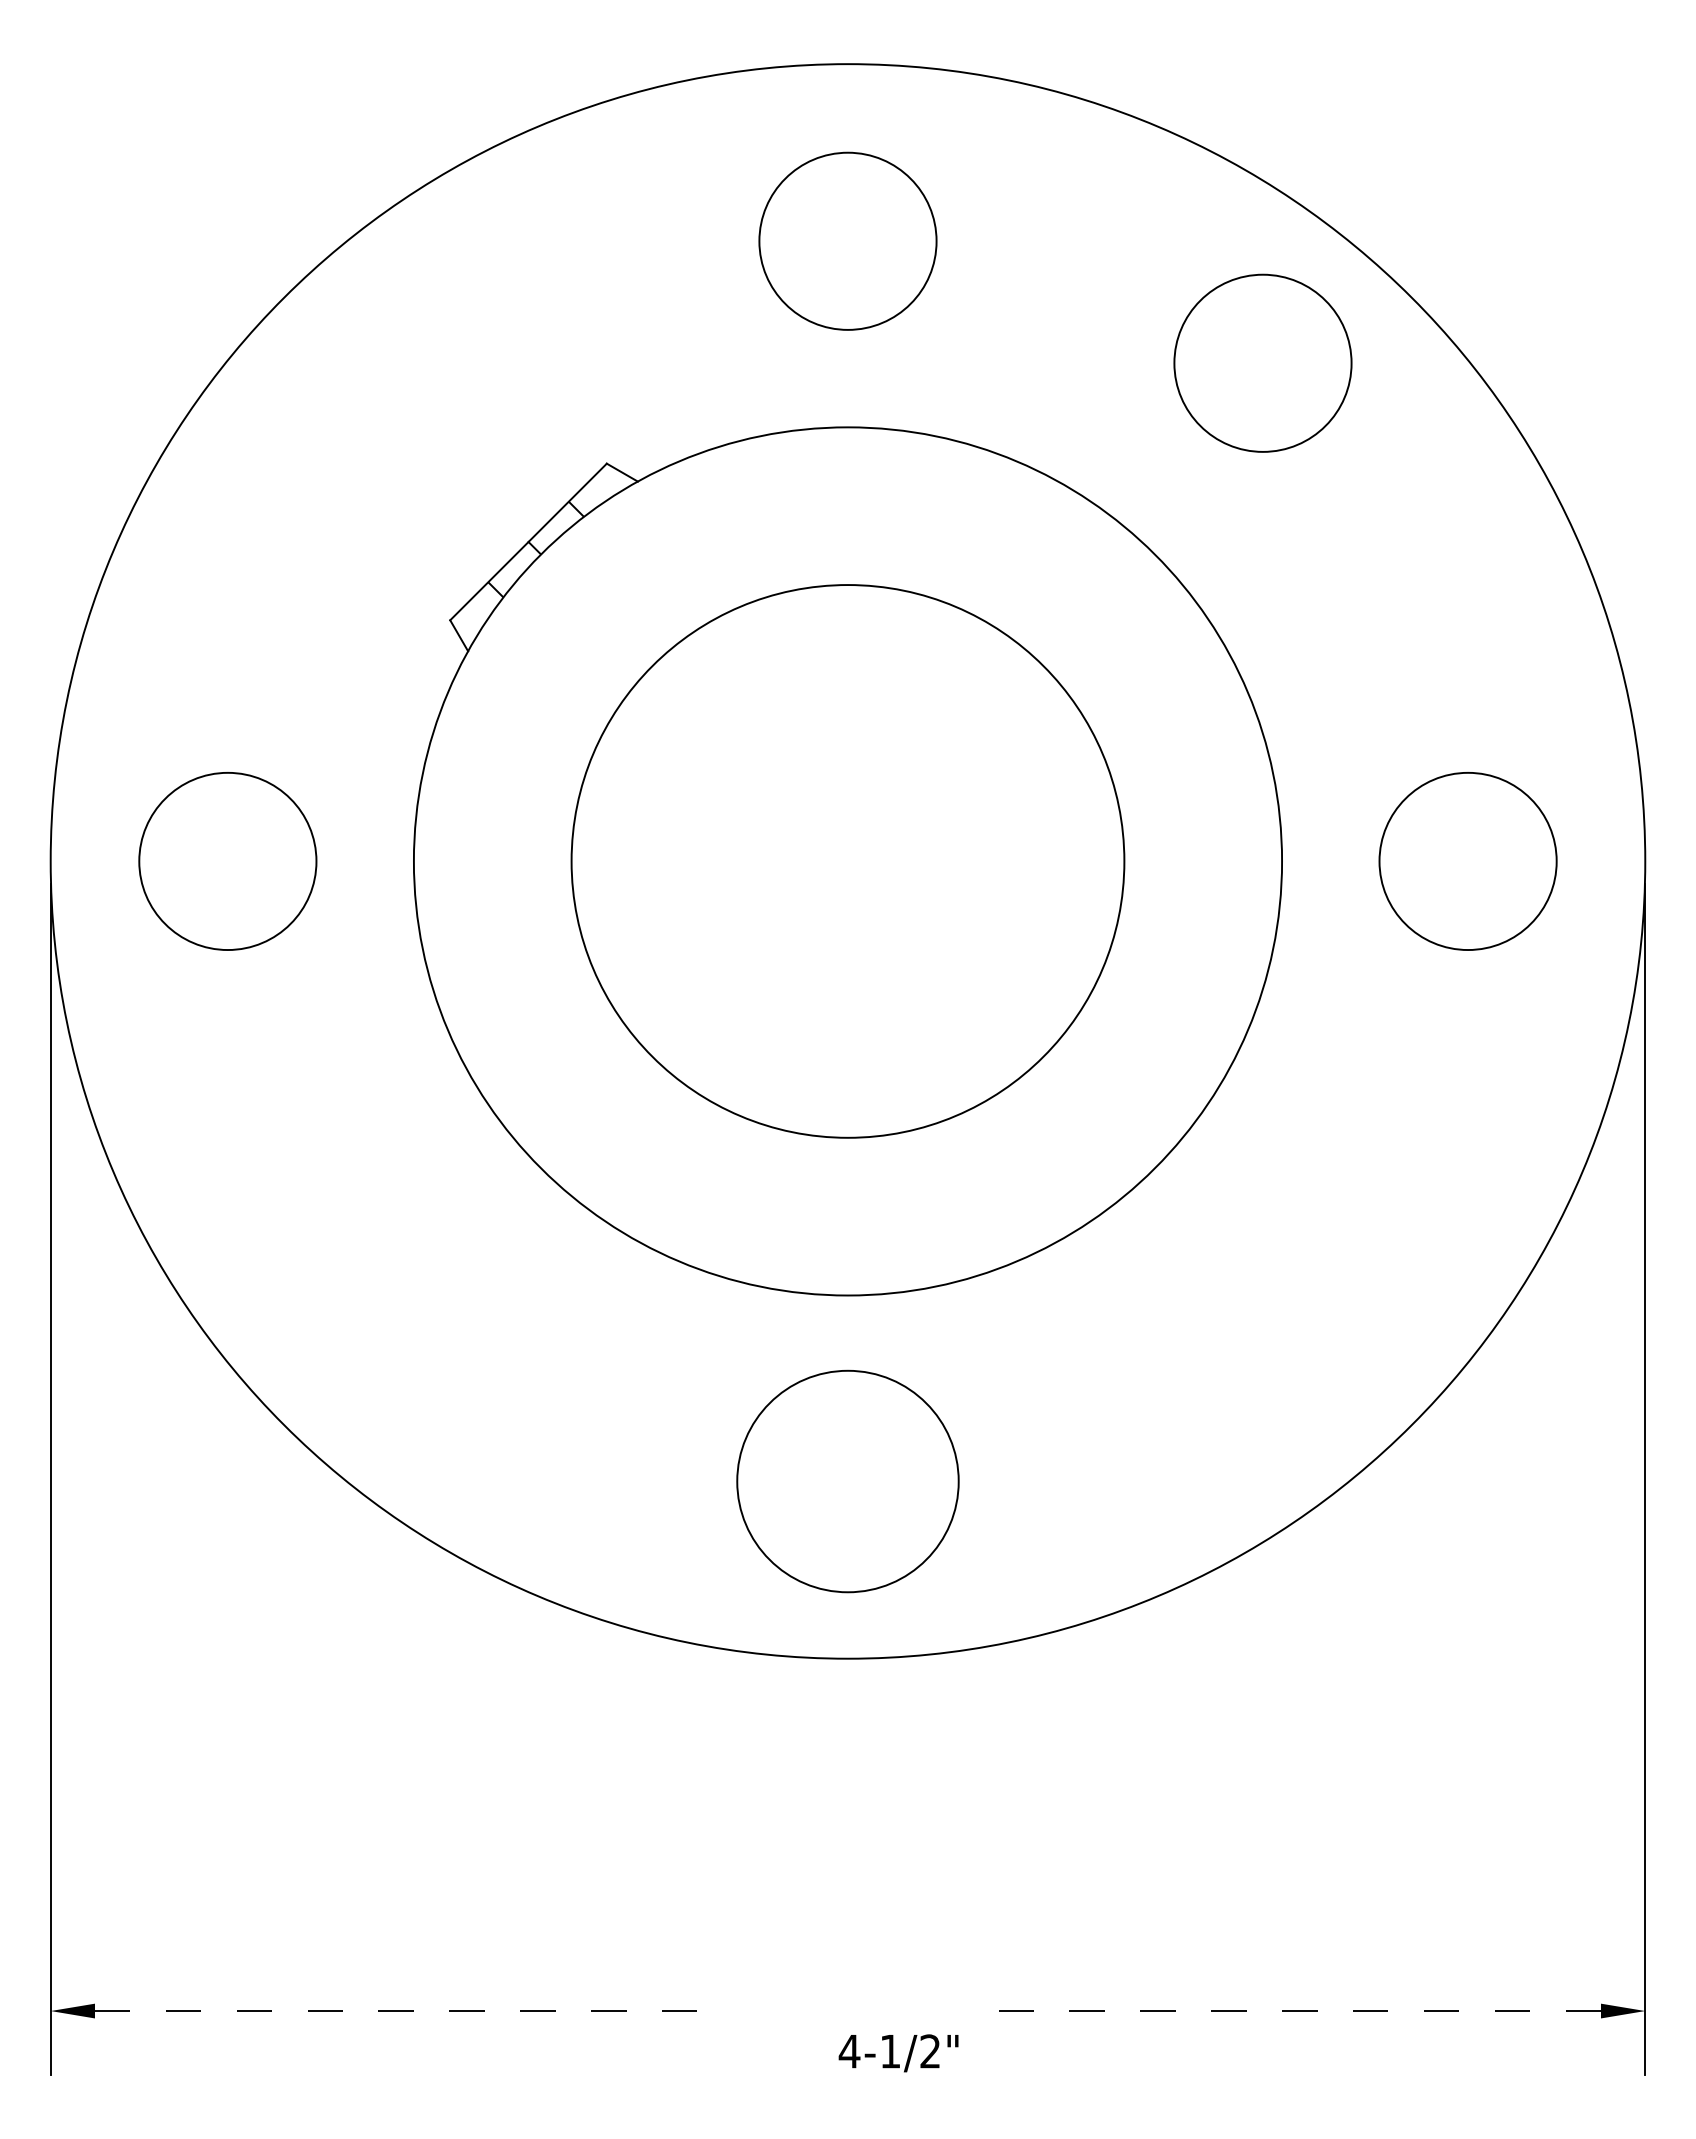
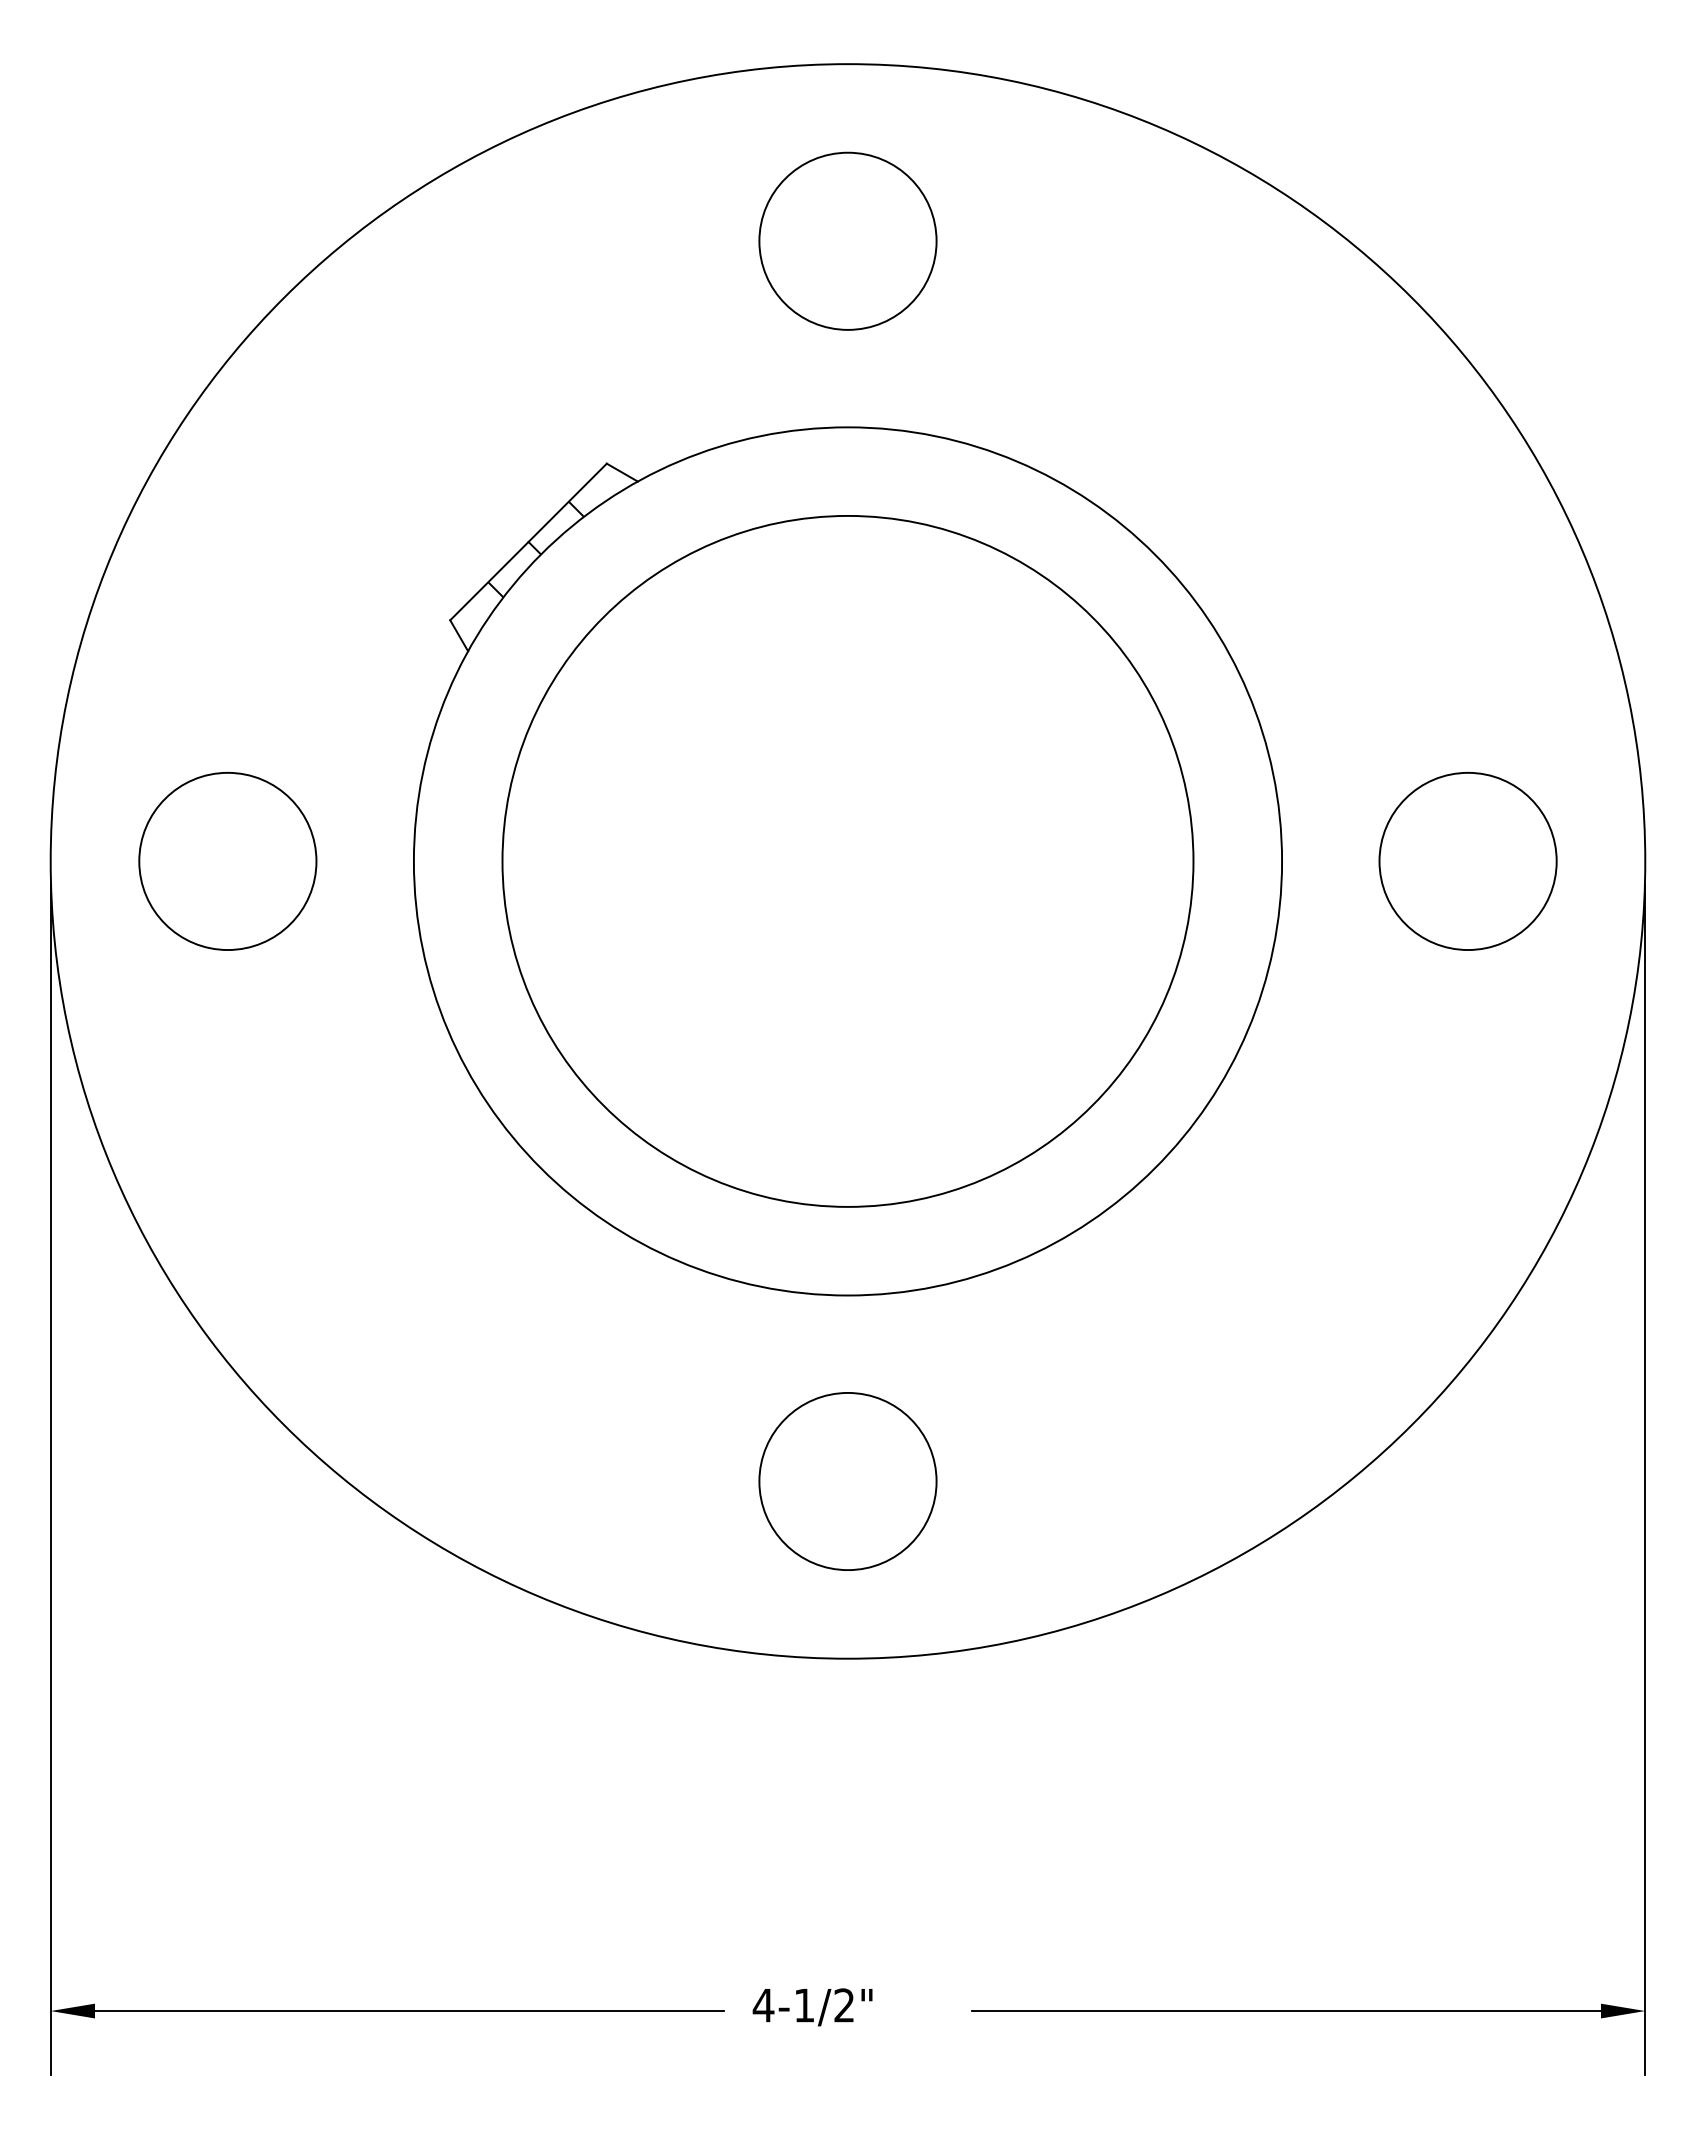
circle at (1262, 362): present -> none
circle at (847, 861) diameter: 553 px -> 691 px
circle at (847, 1481) diameter: 221 px -> 177 px
line at (409, 2011): dashed -> solid
line at (1286, 2011): dashed -> solid
text at (898, 2053) position: (898, 2053) -> (812, 2007)
